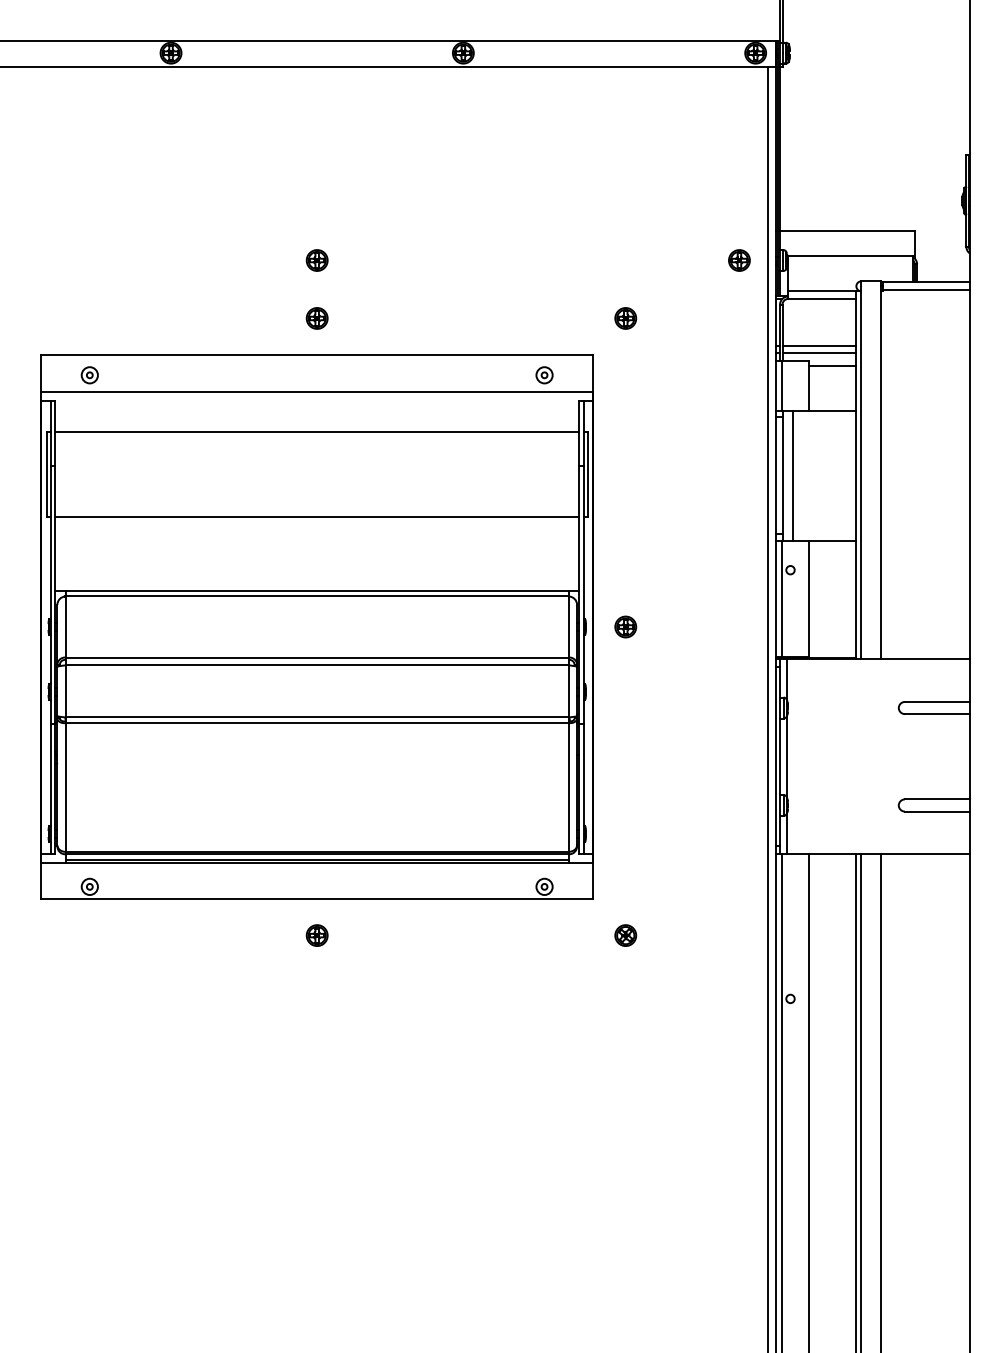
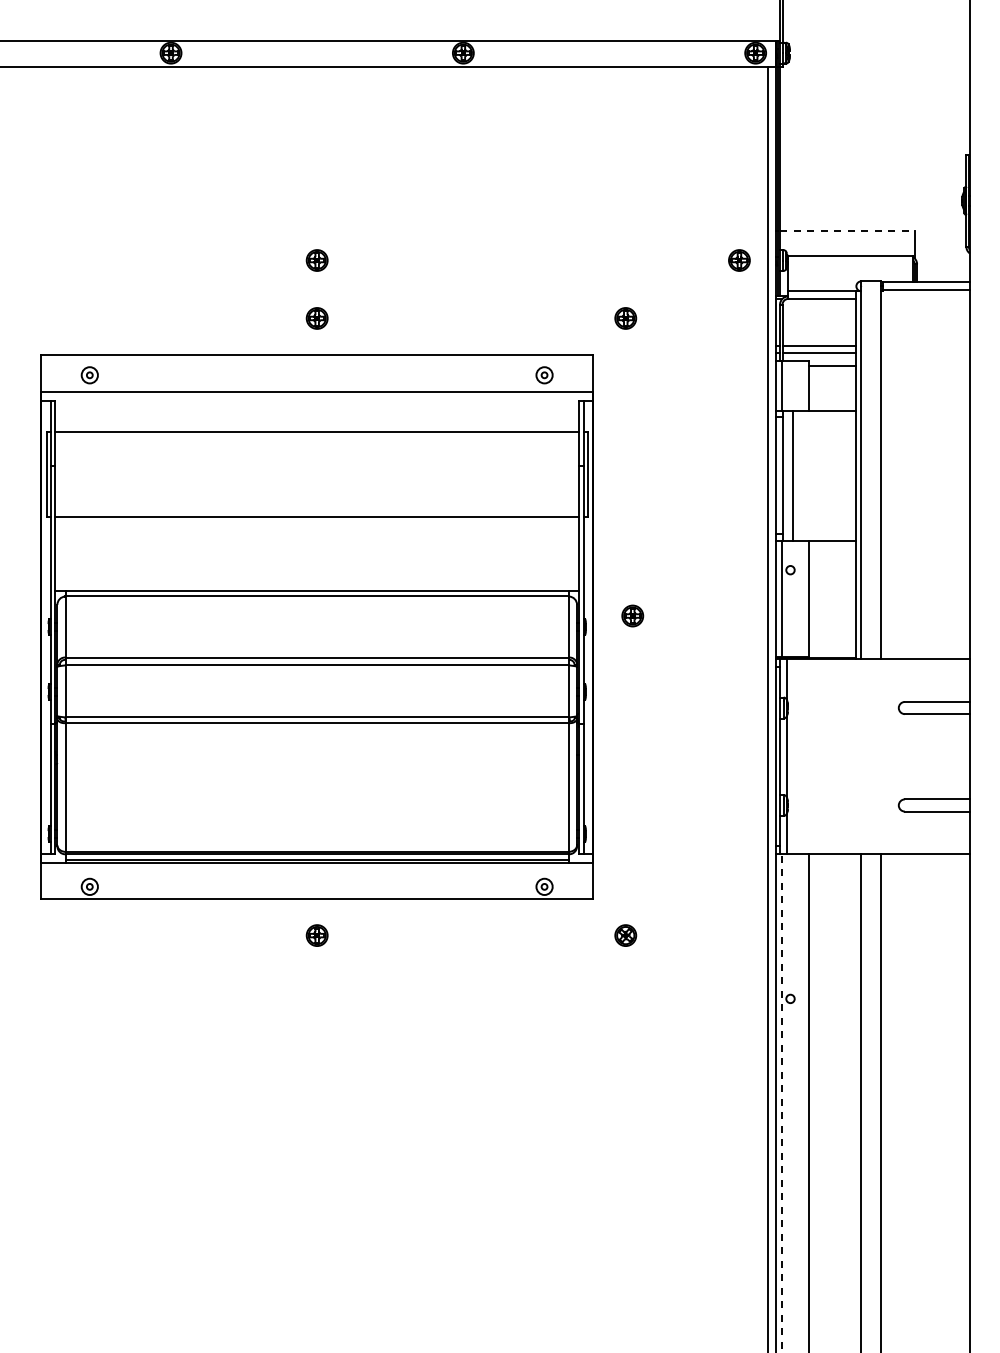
line at (847, 231): solid -> dashed
part at (625, 626) position: (625, 626) -> (632, 615)
line at (856, 1101): present -> none
line at (782, 1103): solid -> dashed
